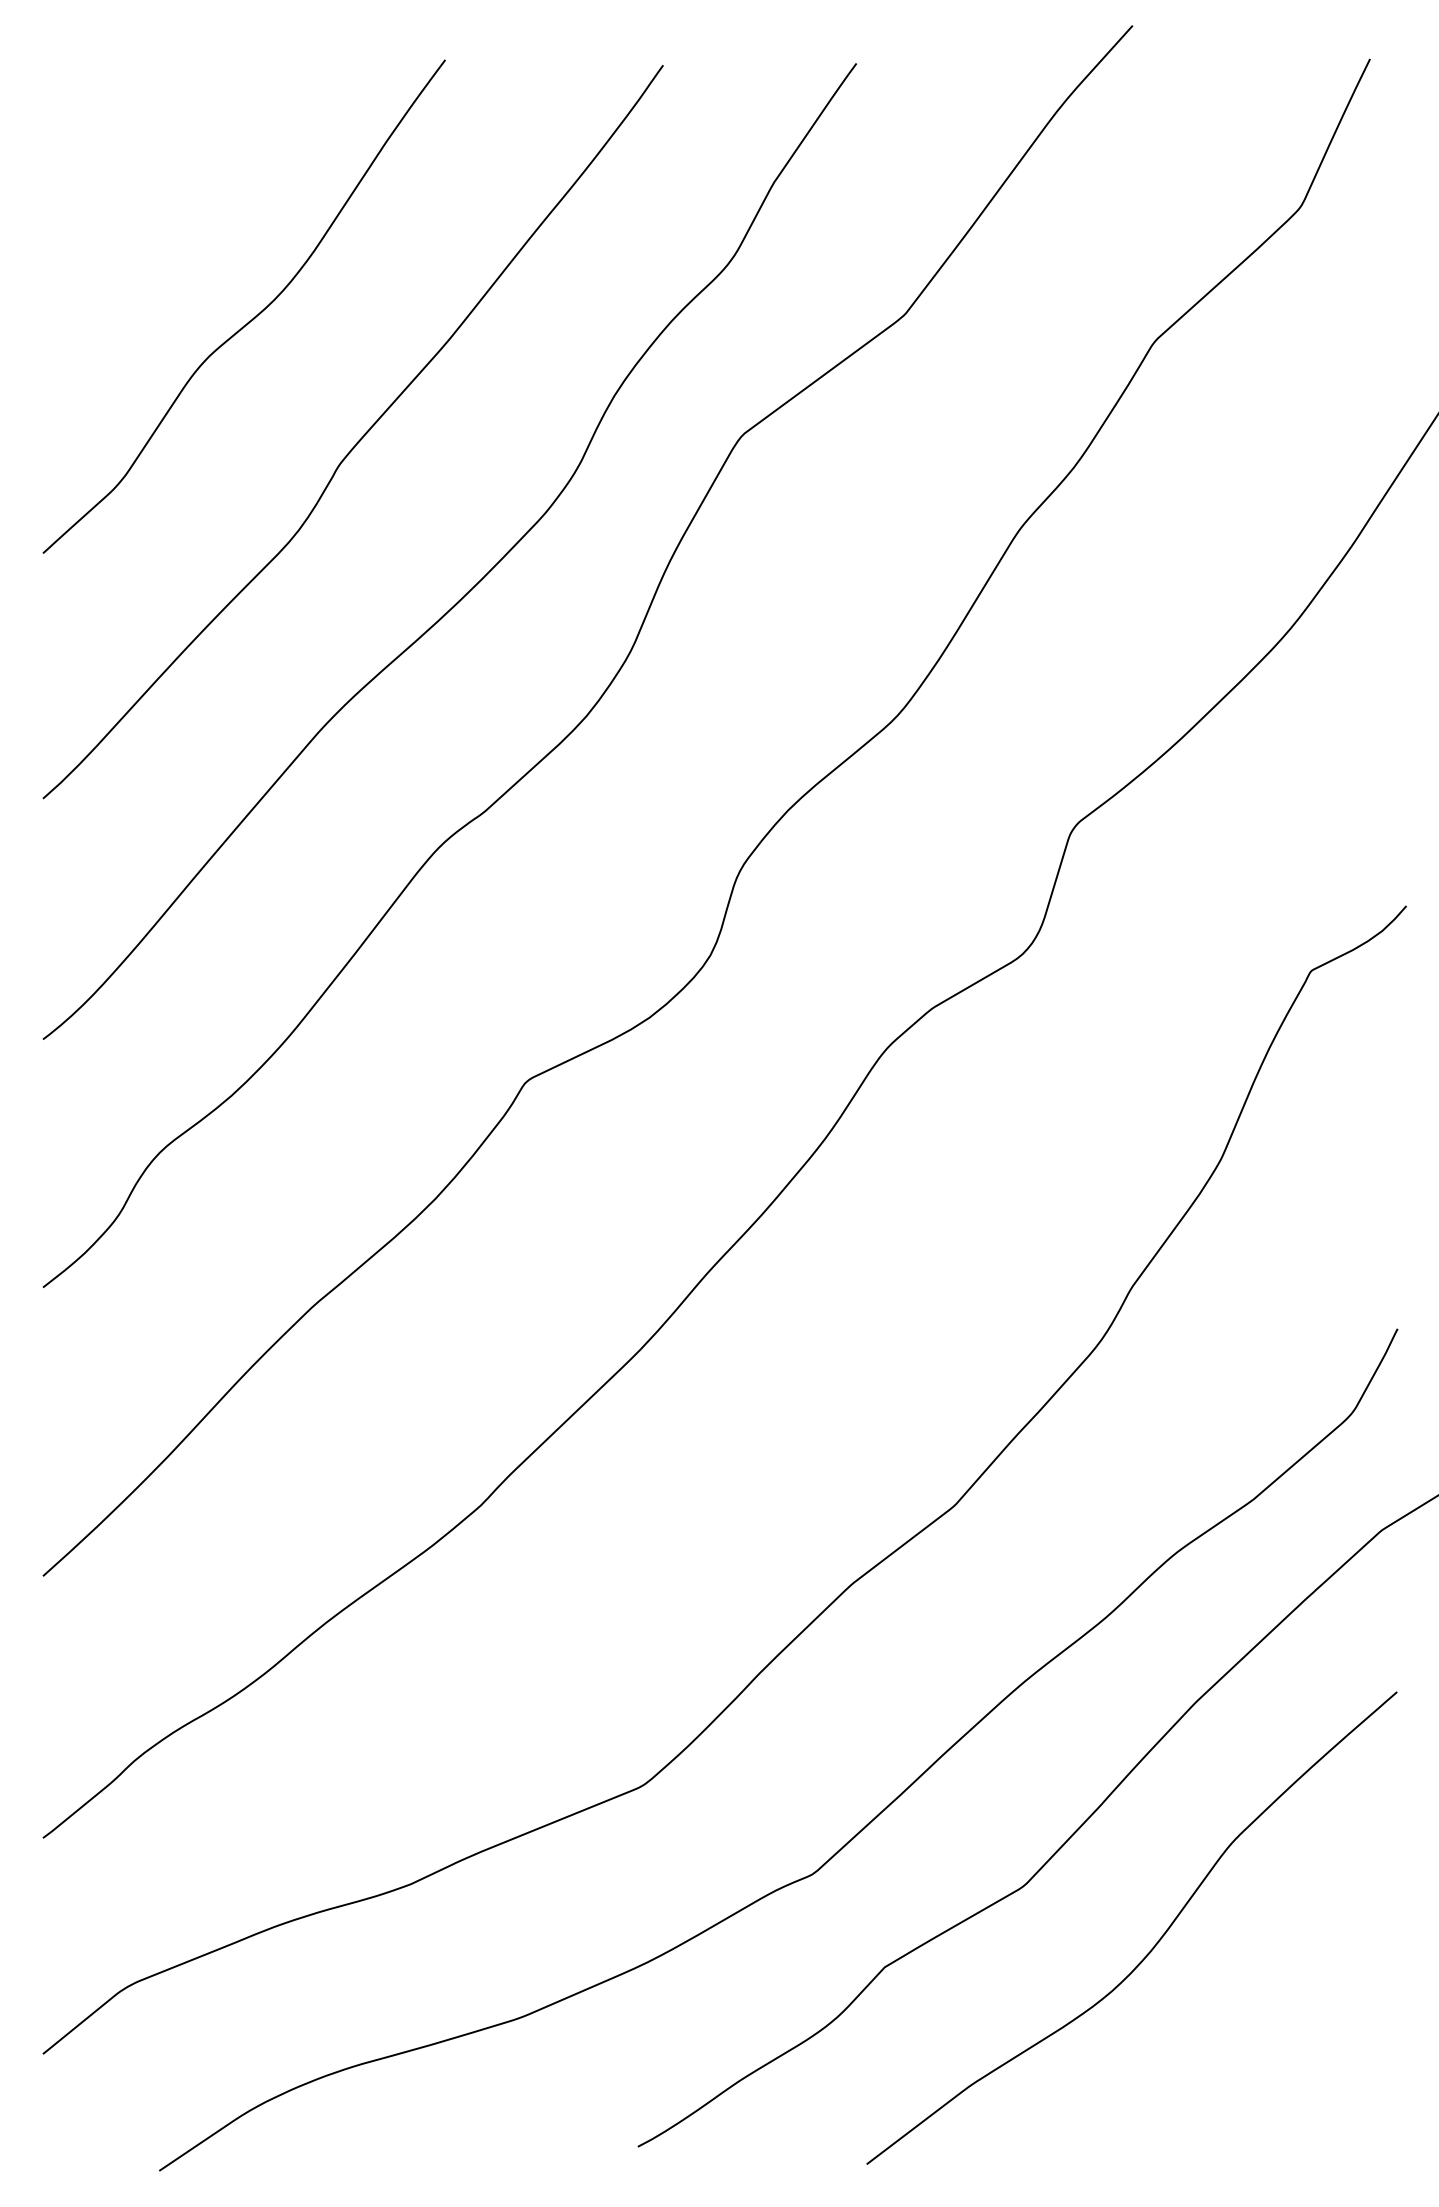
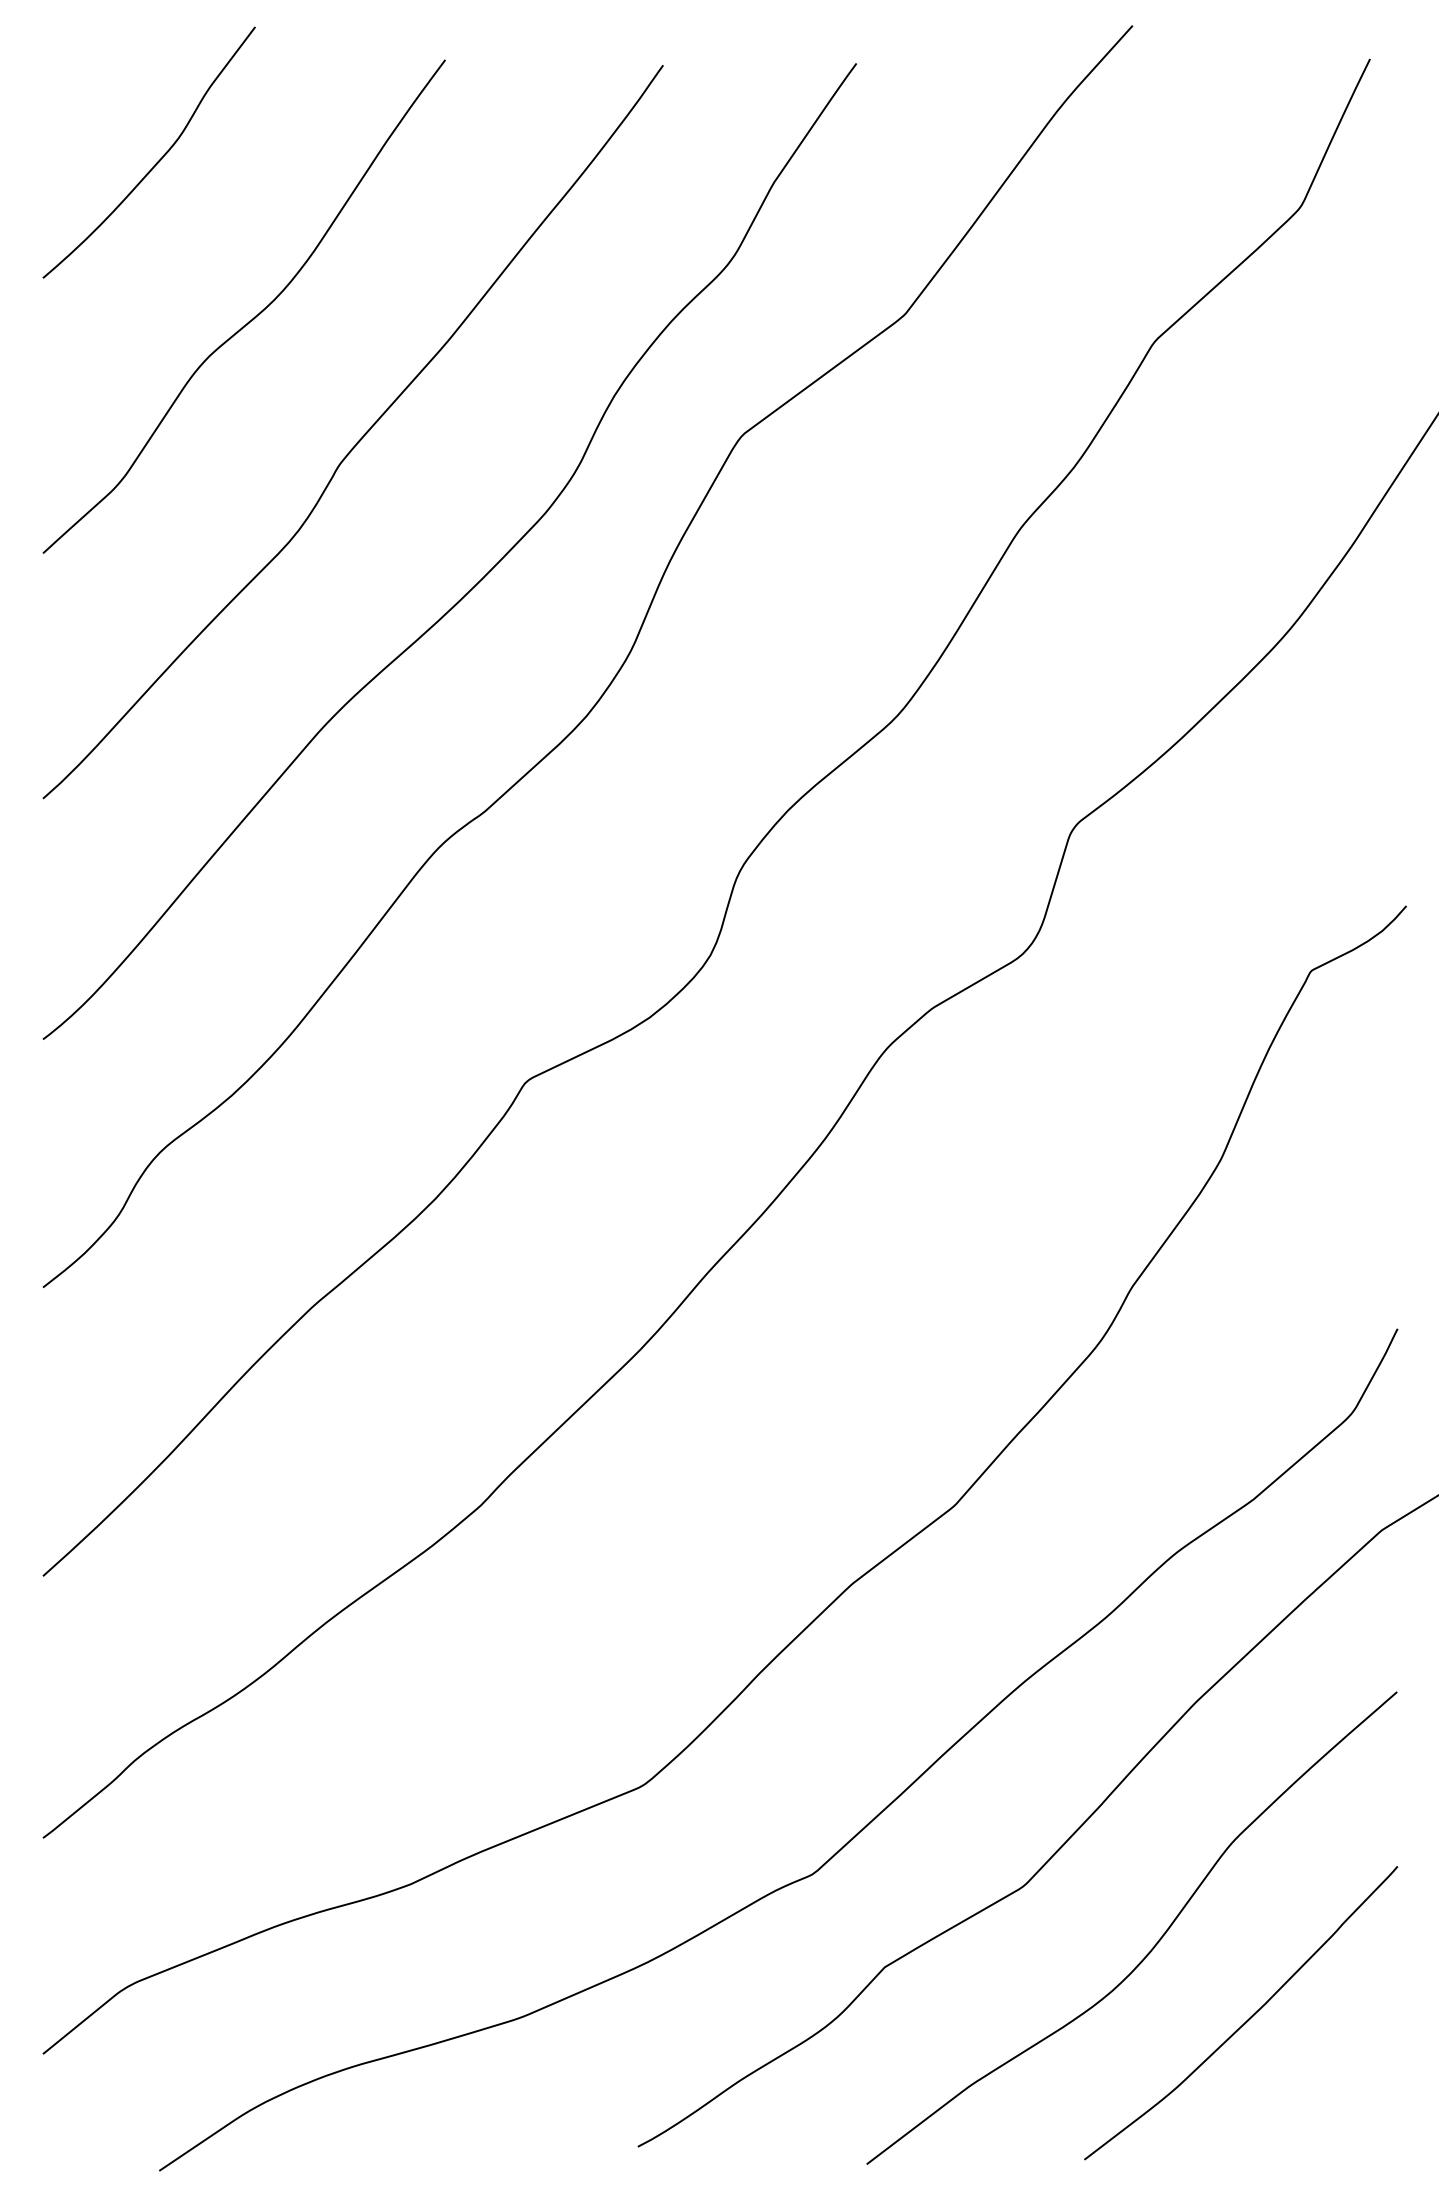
curve at (157, 161): none -> present
curve at (1247, 2019): none -> present
